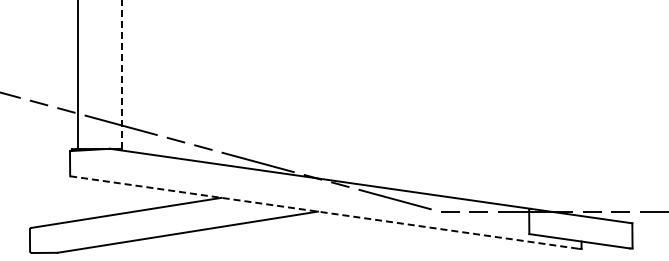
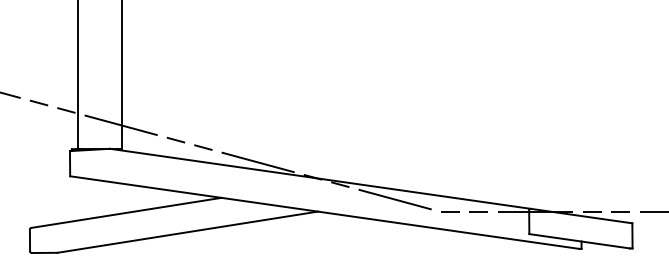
line at (121, 74): dashed -> solid
line at (325, 212): dashed -> solid
